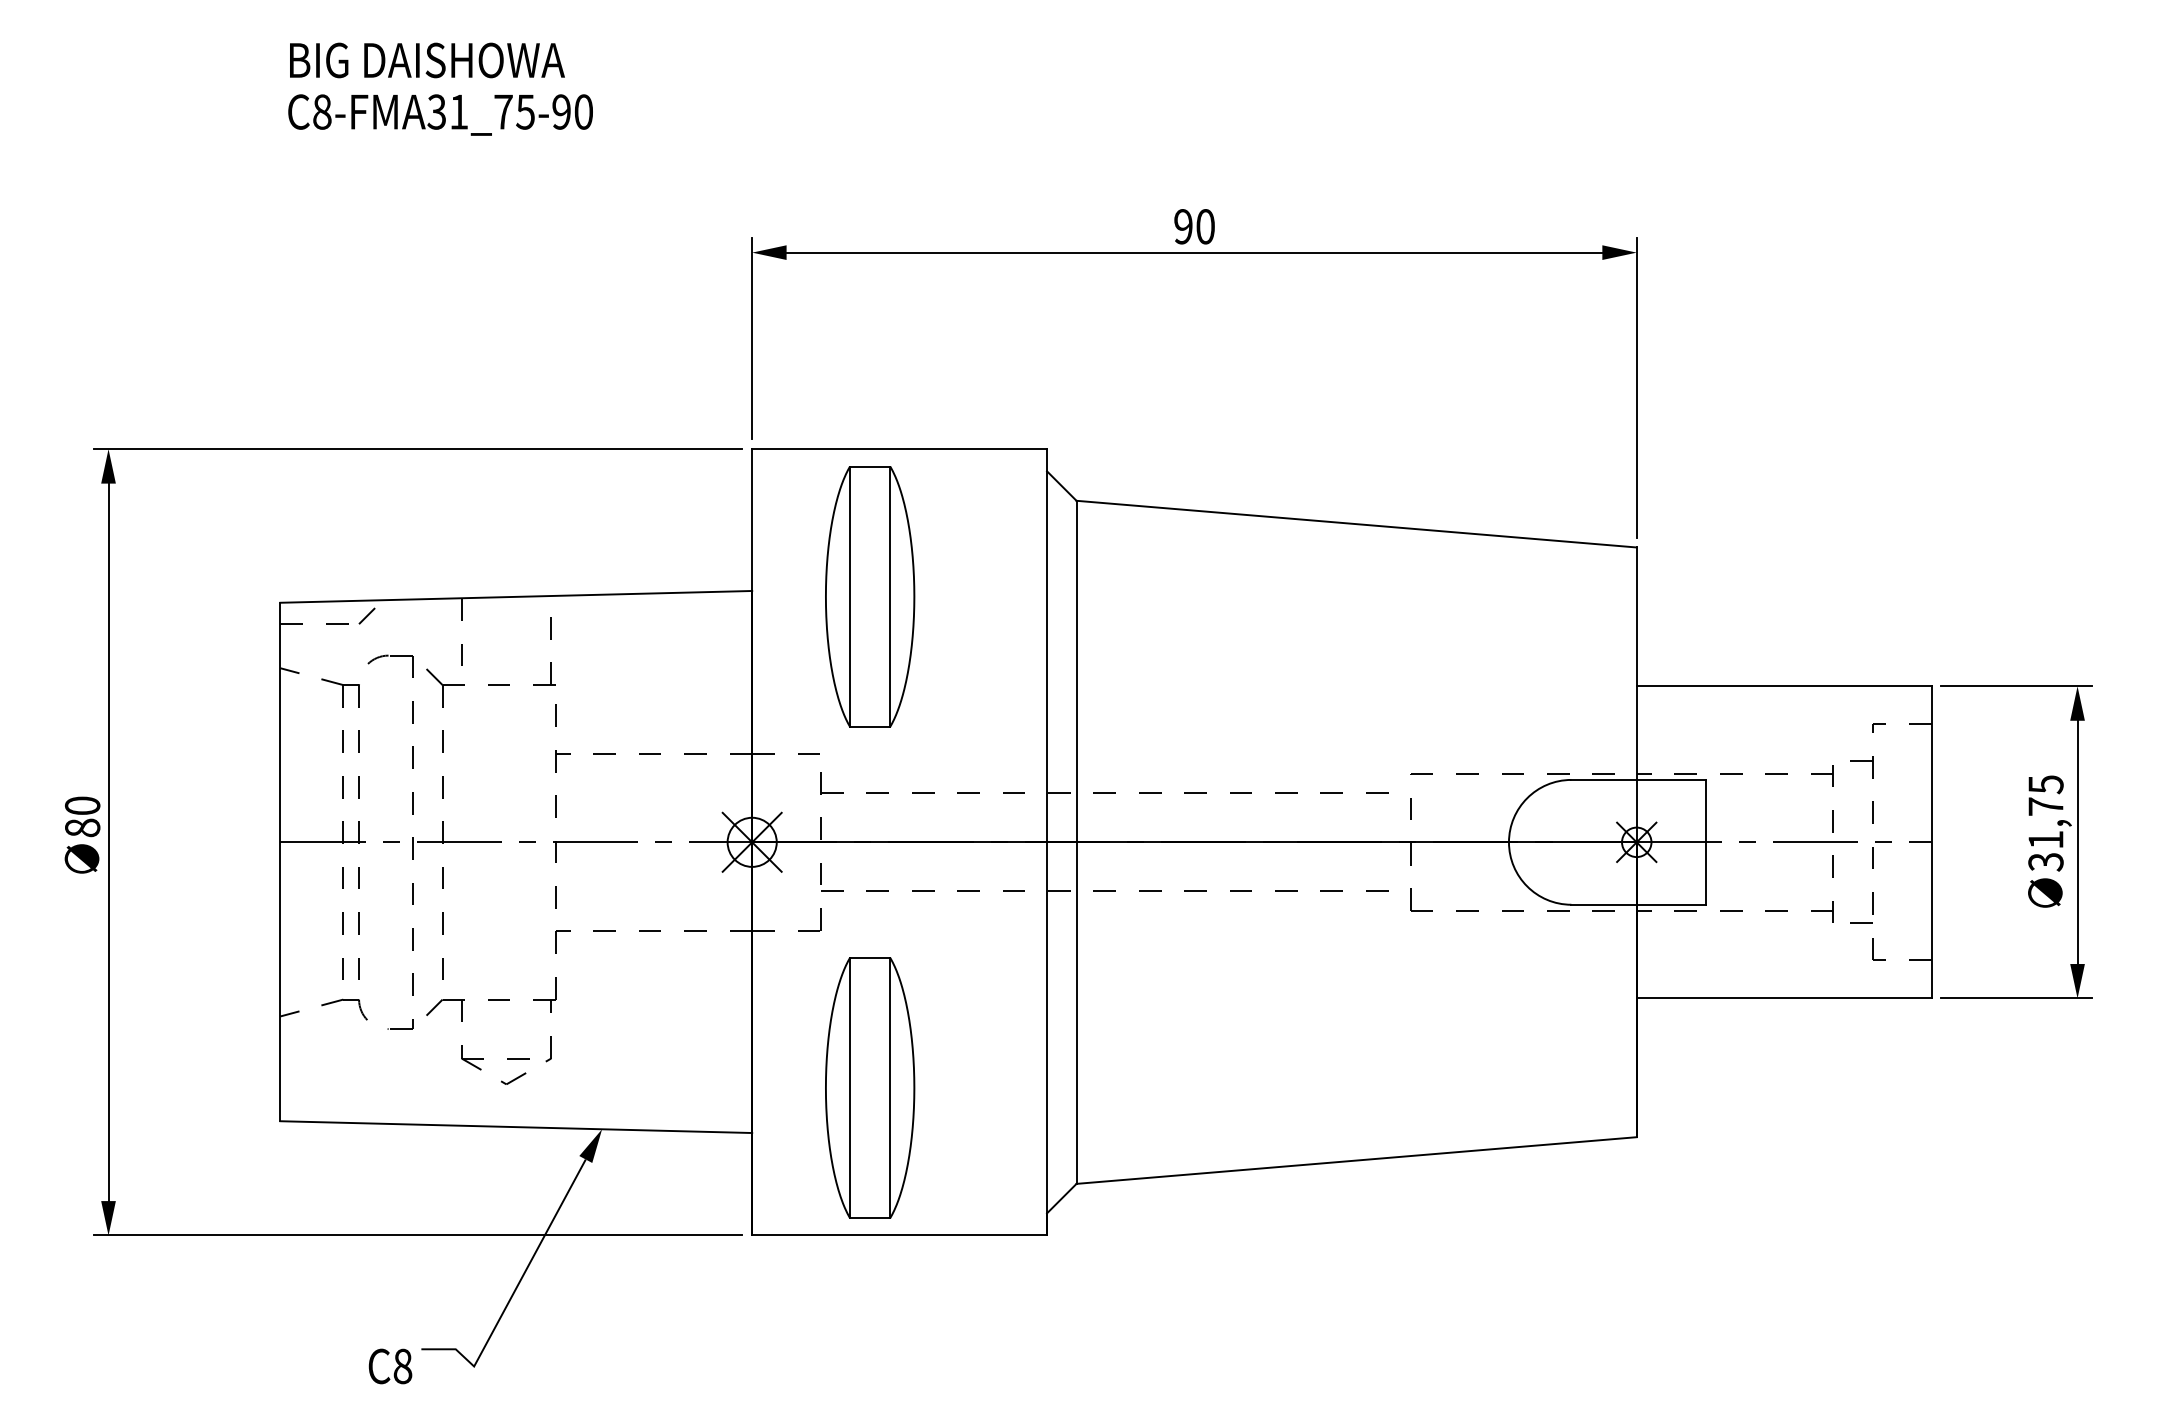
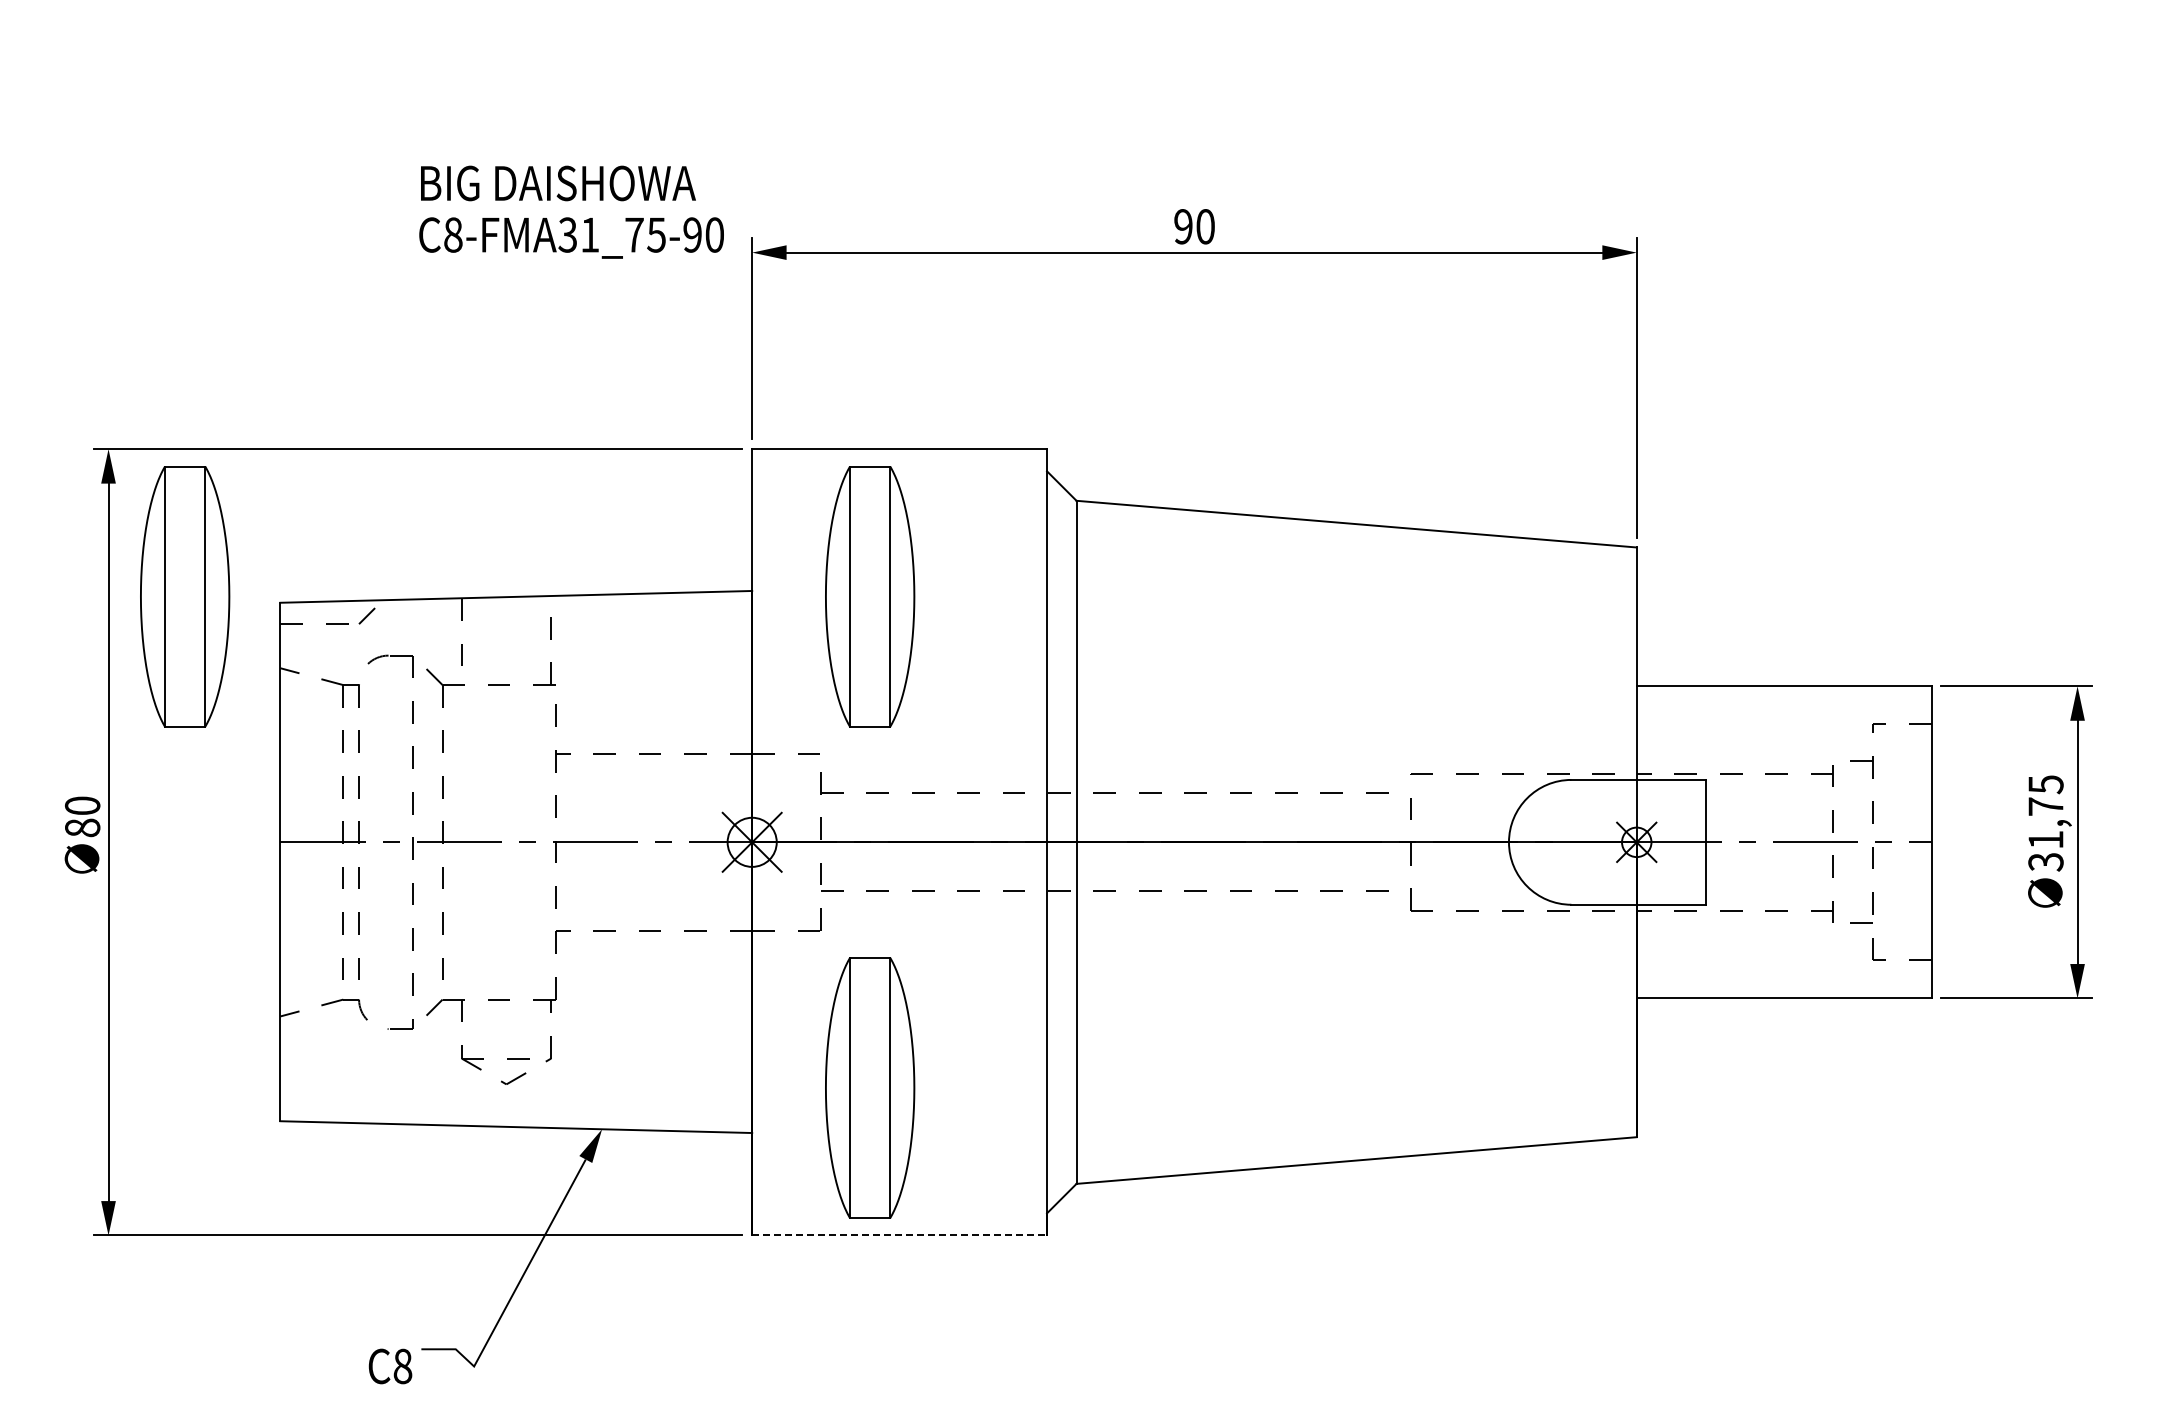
text at (440, 88) position: (440, 88) -> (571, 211)
part at (185, 596): none -> present
line at (900, 1235): solid -> dashed
